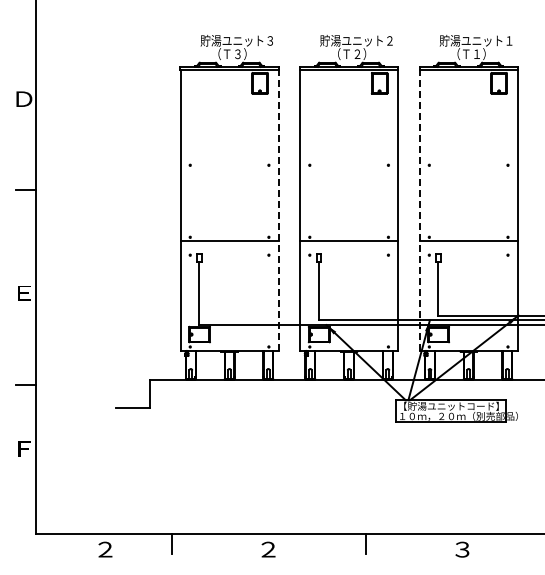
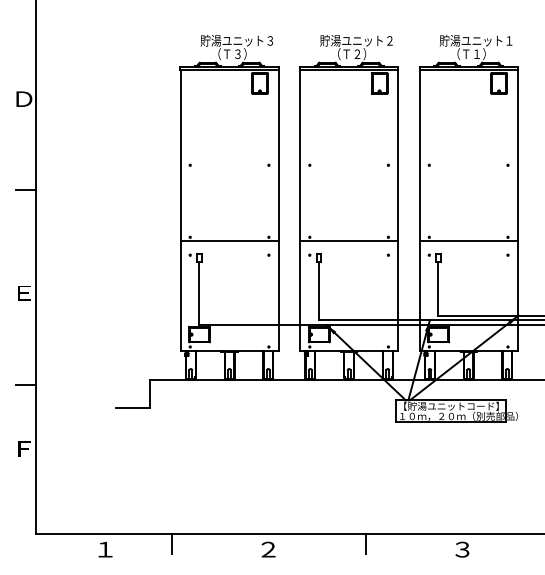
line at (278, 210): dashed -> solid
line at (419, 210): dashed -> solid
text at (105, 548): ２ -> １
